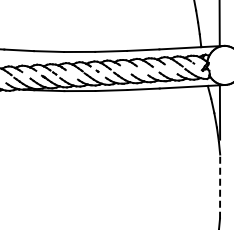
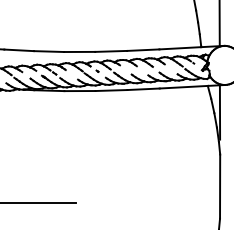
line at (220, 186): dashed -> solid
line at (39, 202): none -> present
